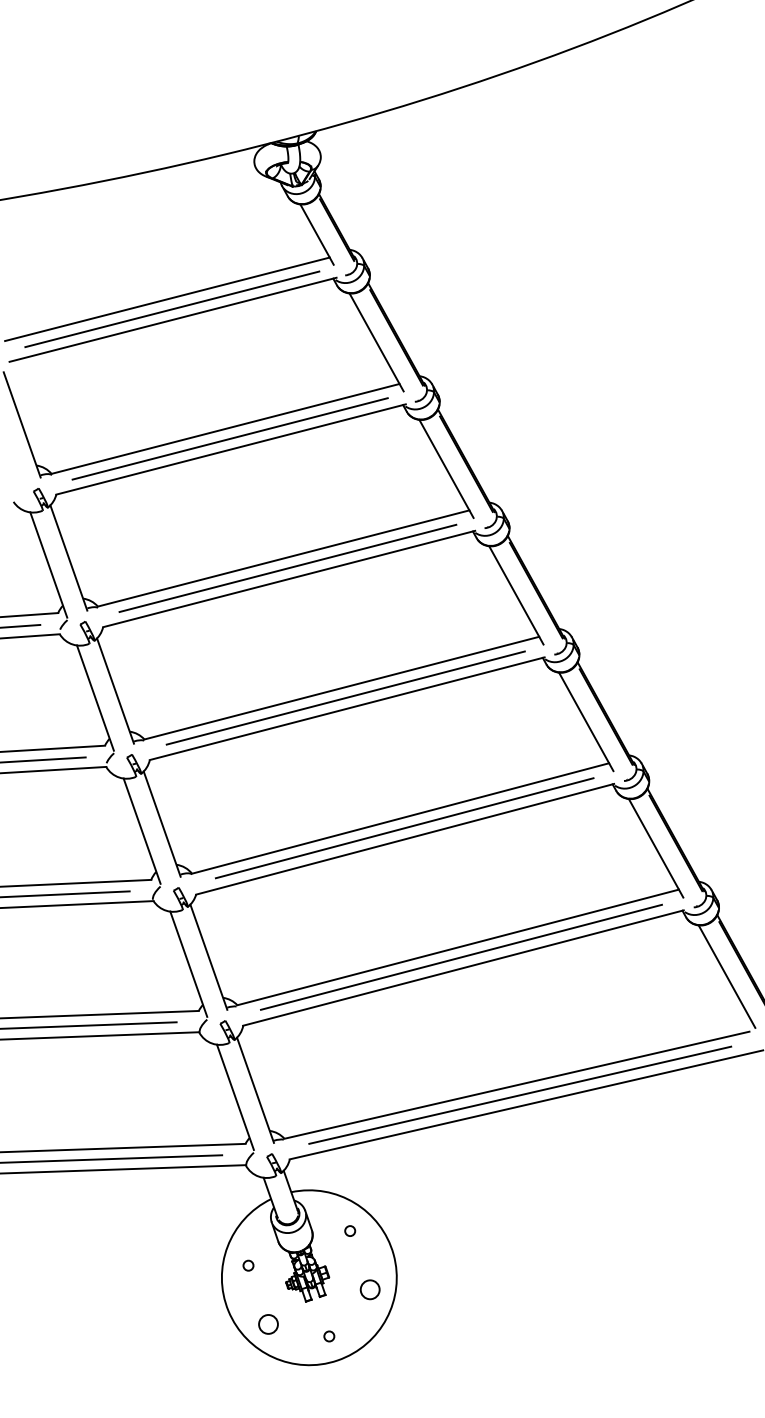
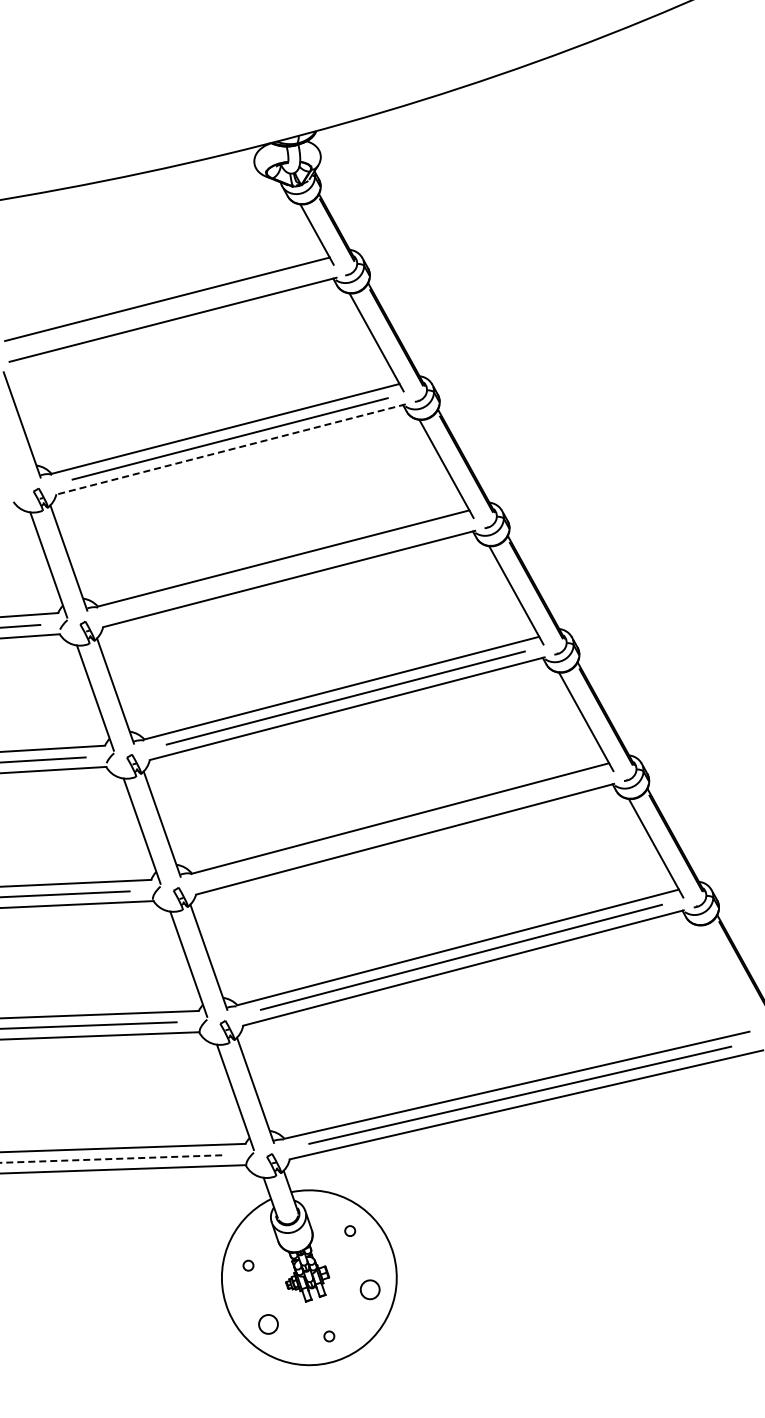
line at (172, 309): present -> none
line at (230, 449): solid -> dashed
line at (287, 567): present -> none
line at (404, 828): present -> none
line at (726, 976): present -> none
line at (111, 1159): solid -> dashed
